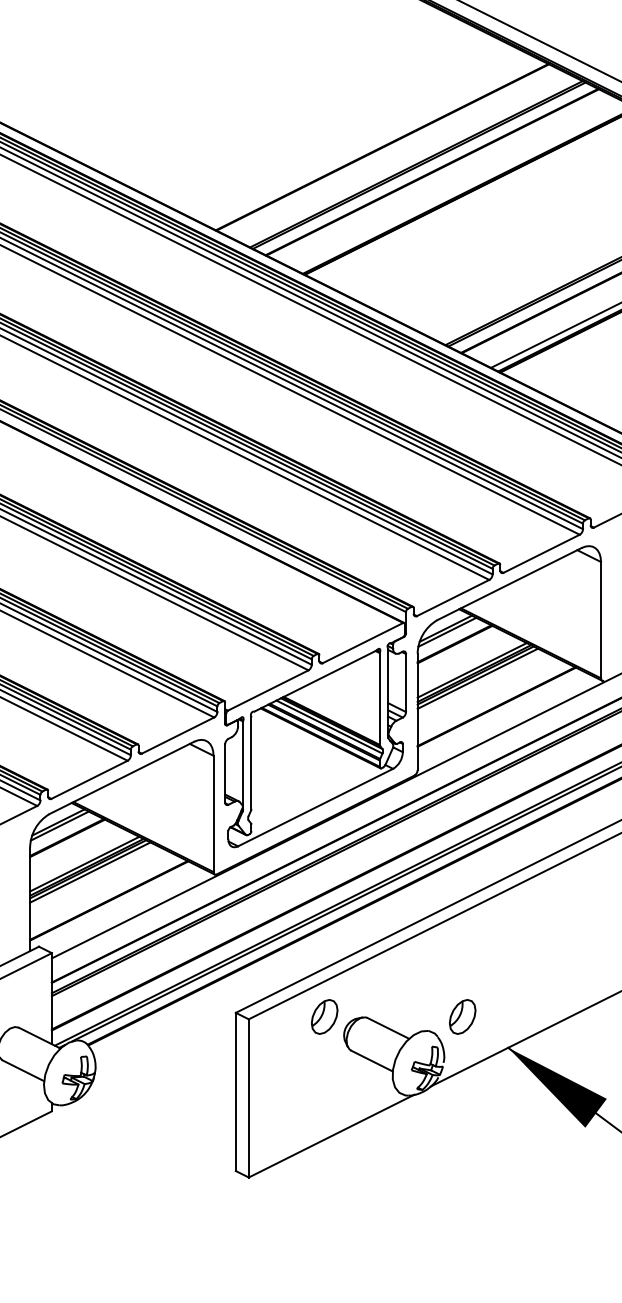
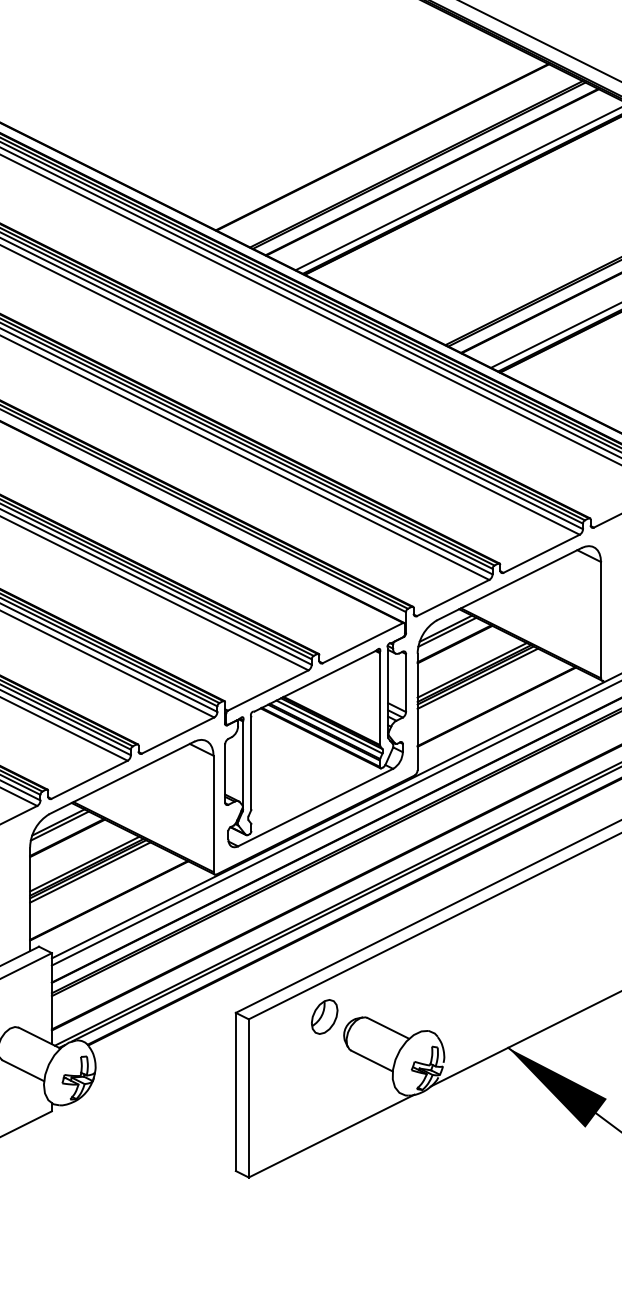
line at (456, 189): none -> present
line at (334, 823): none -> present
part at (462, 1016): present -> none
